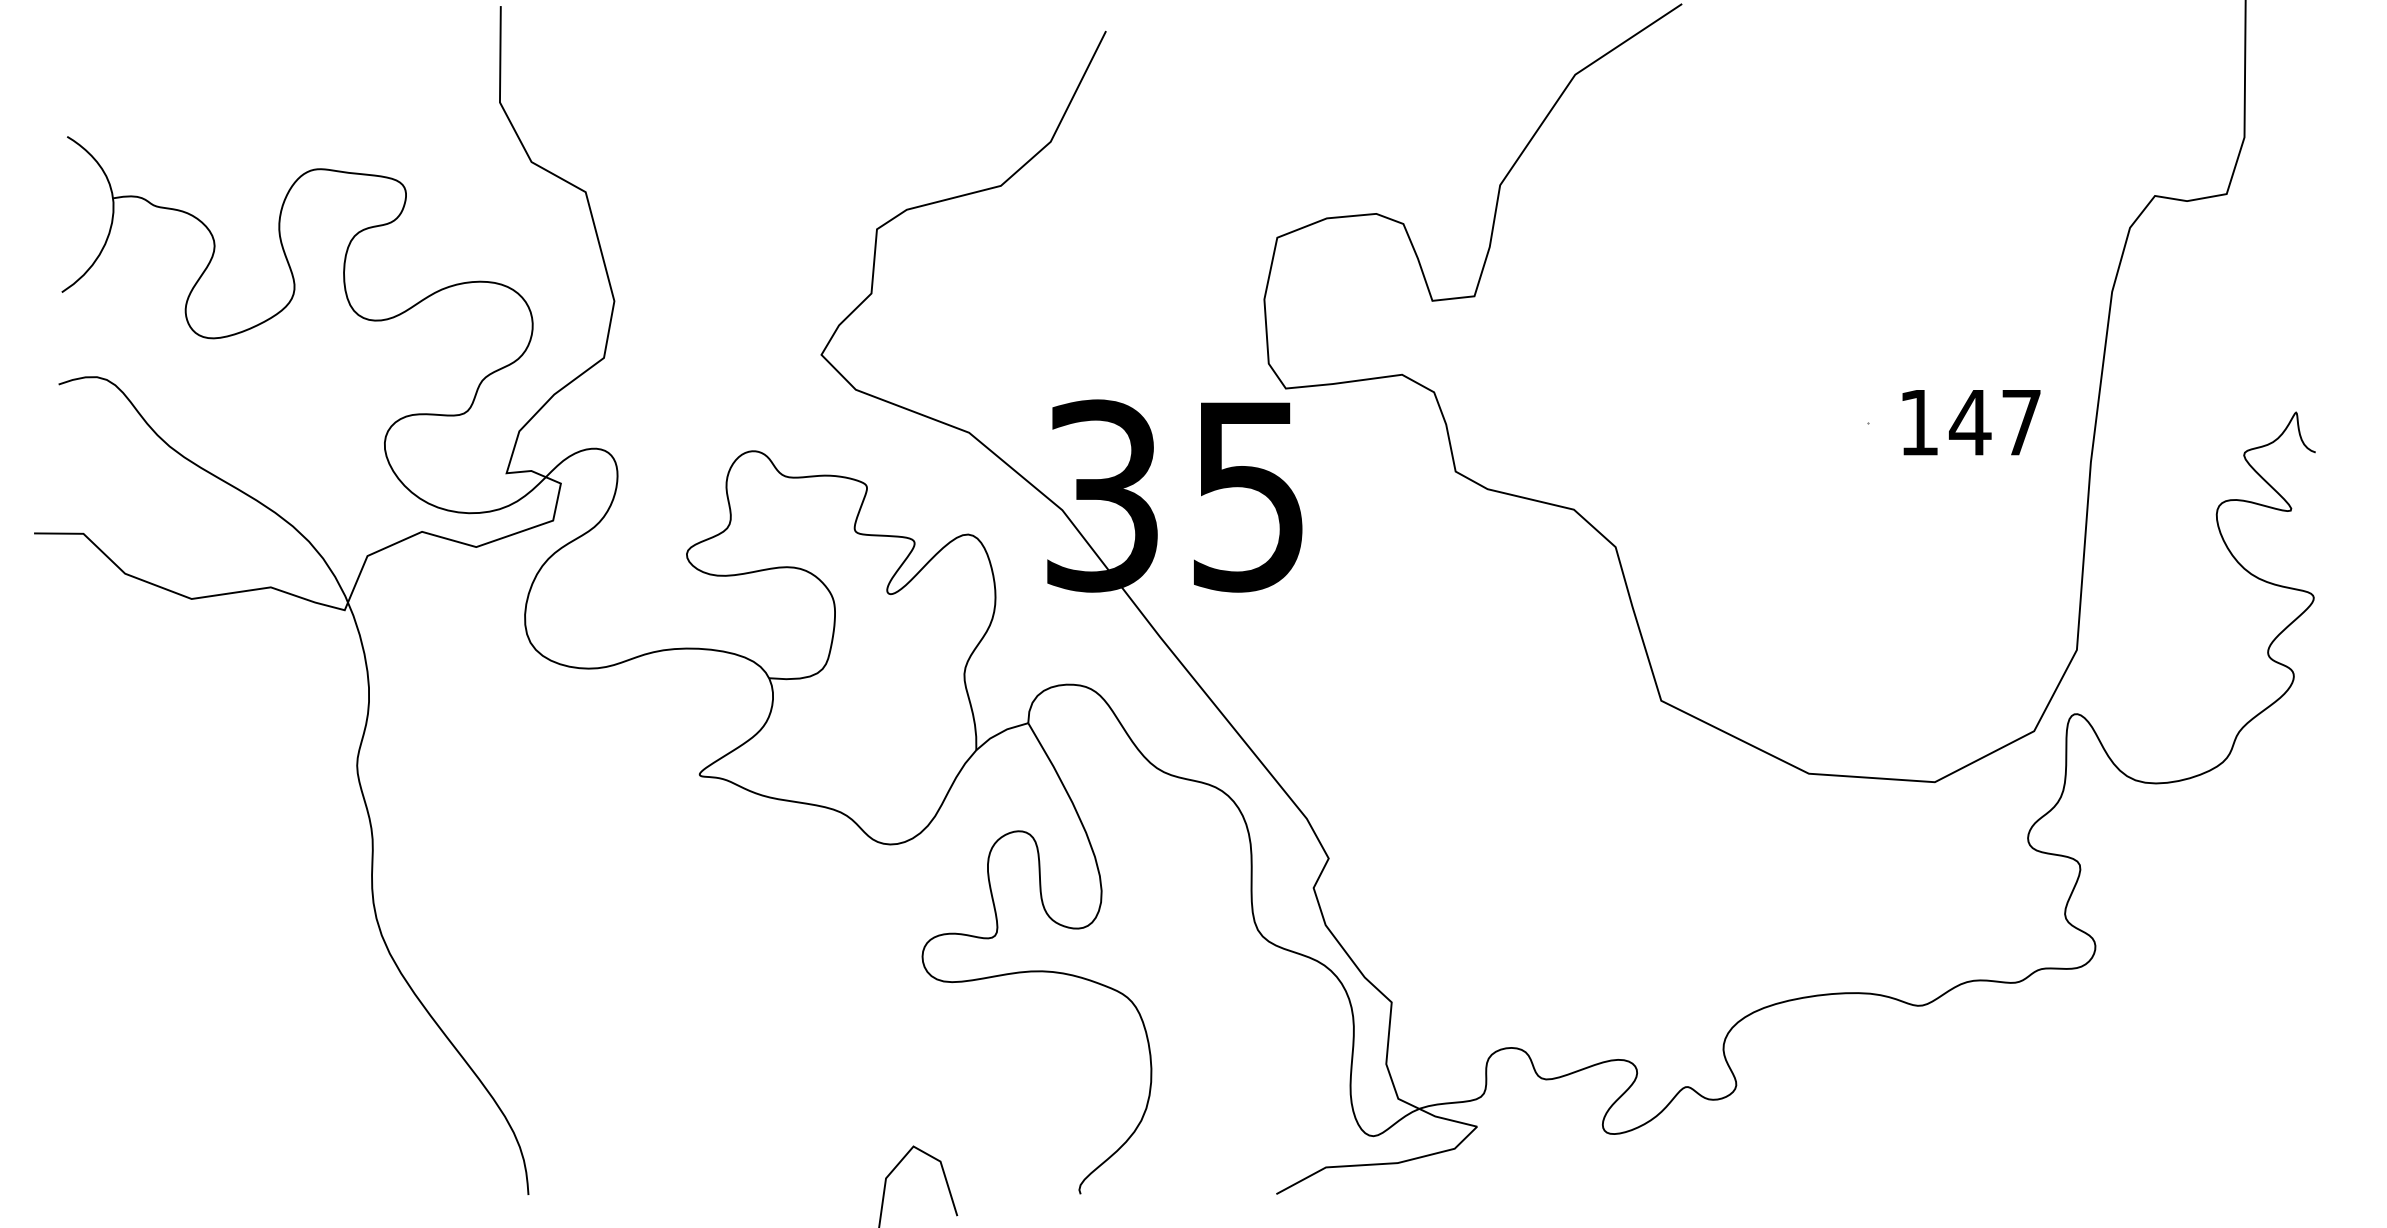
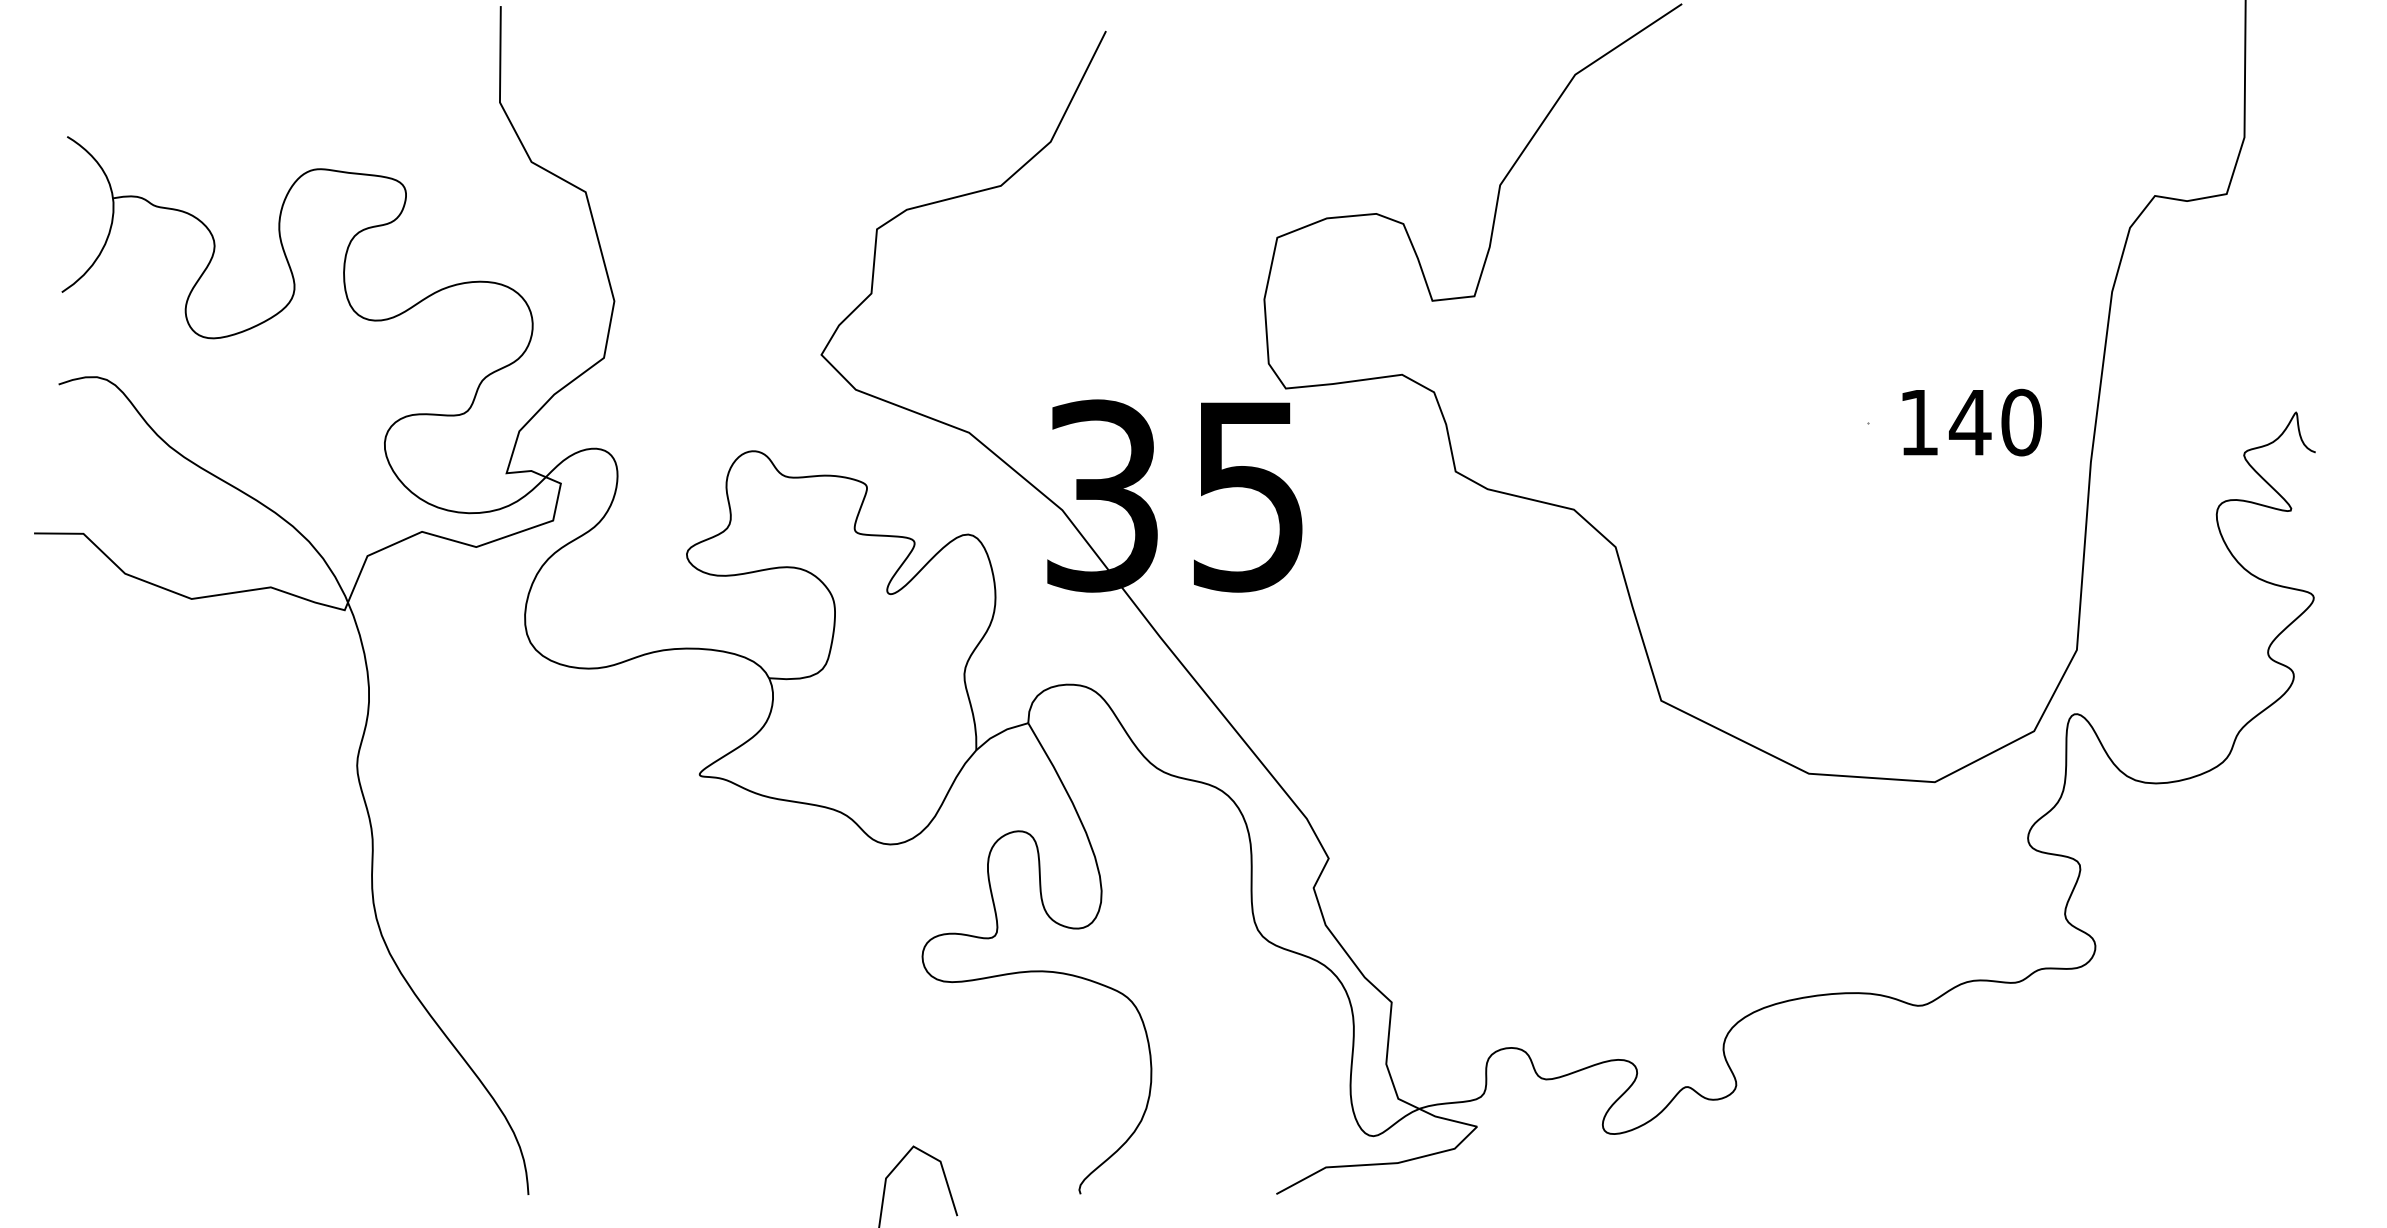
text at (2021, 422): 147 -> 140
